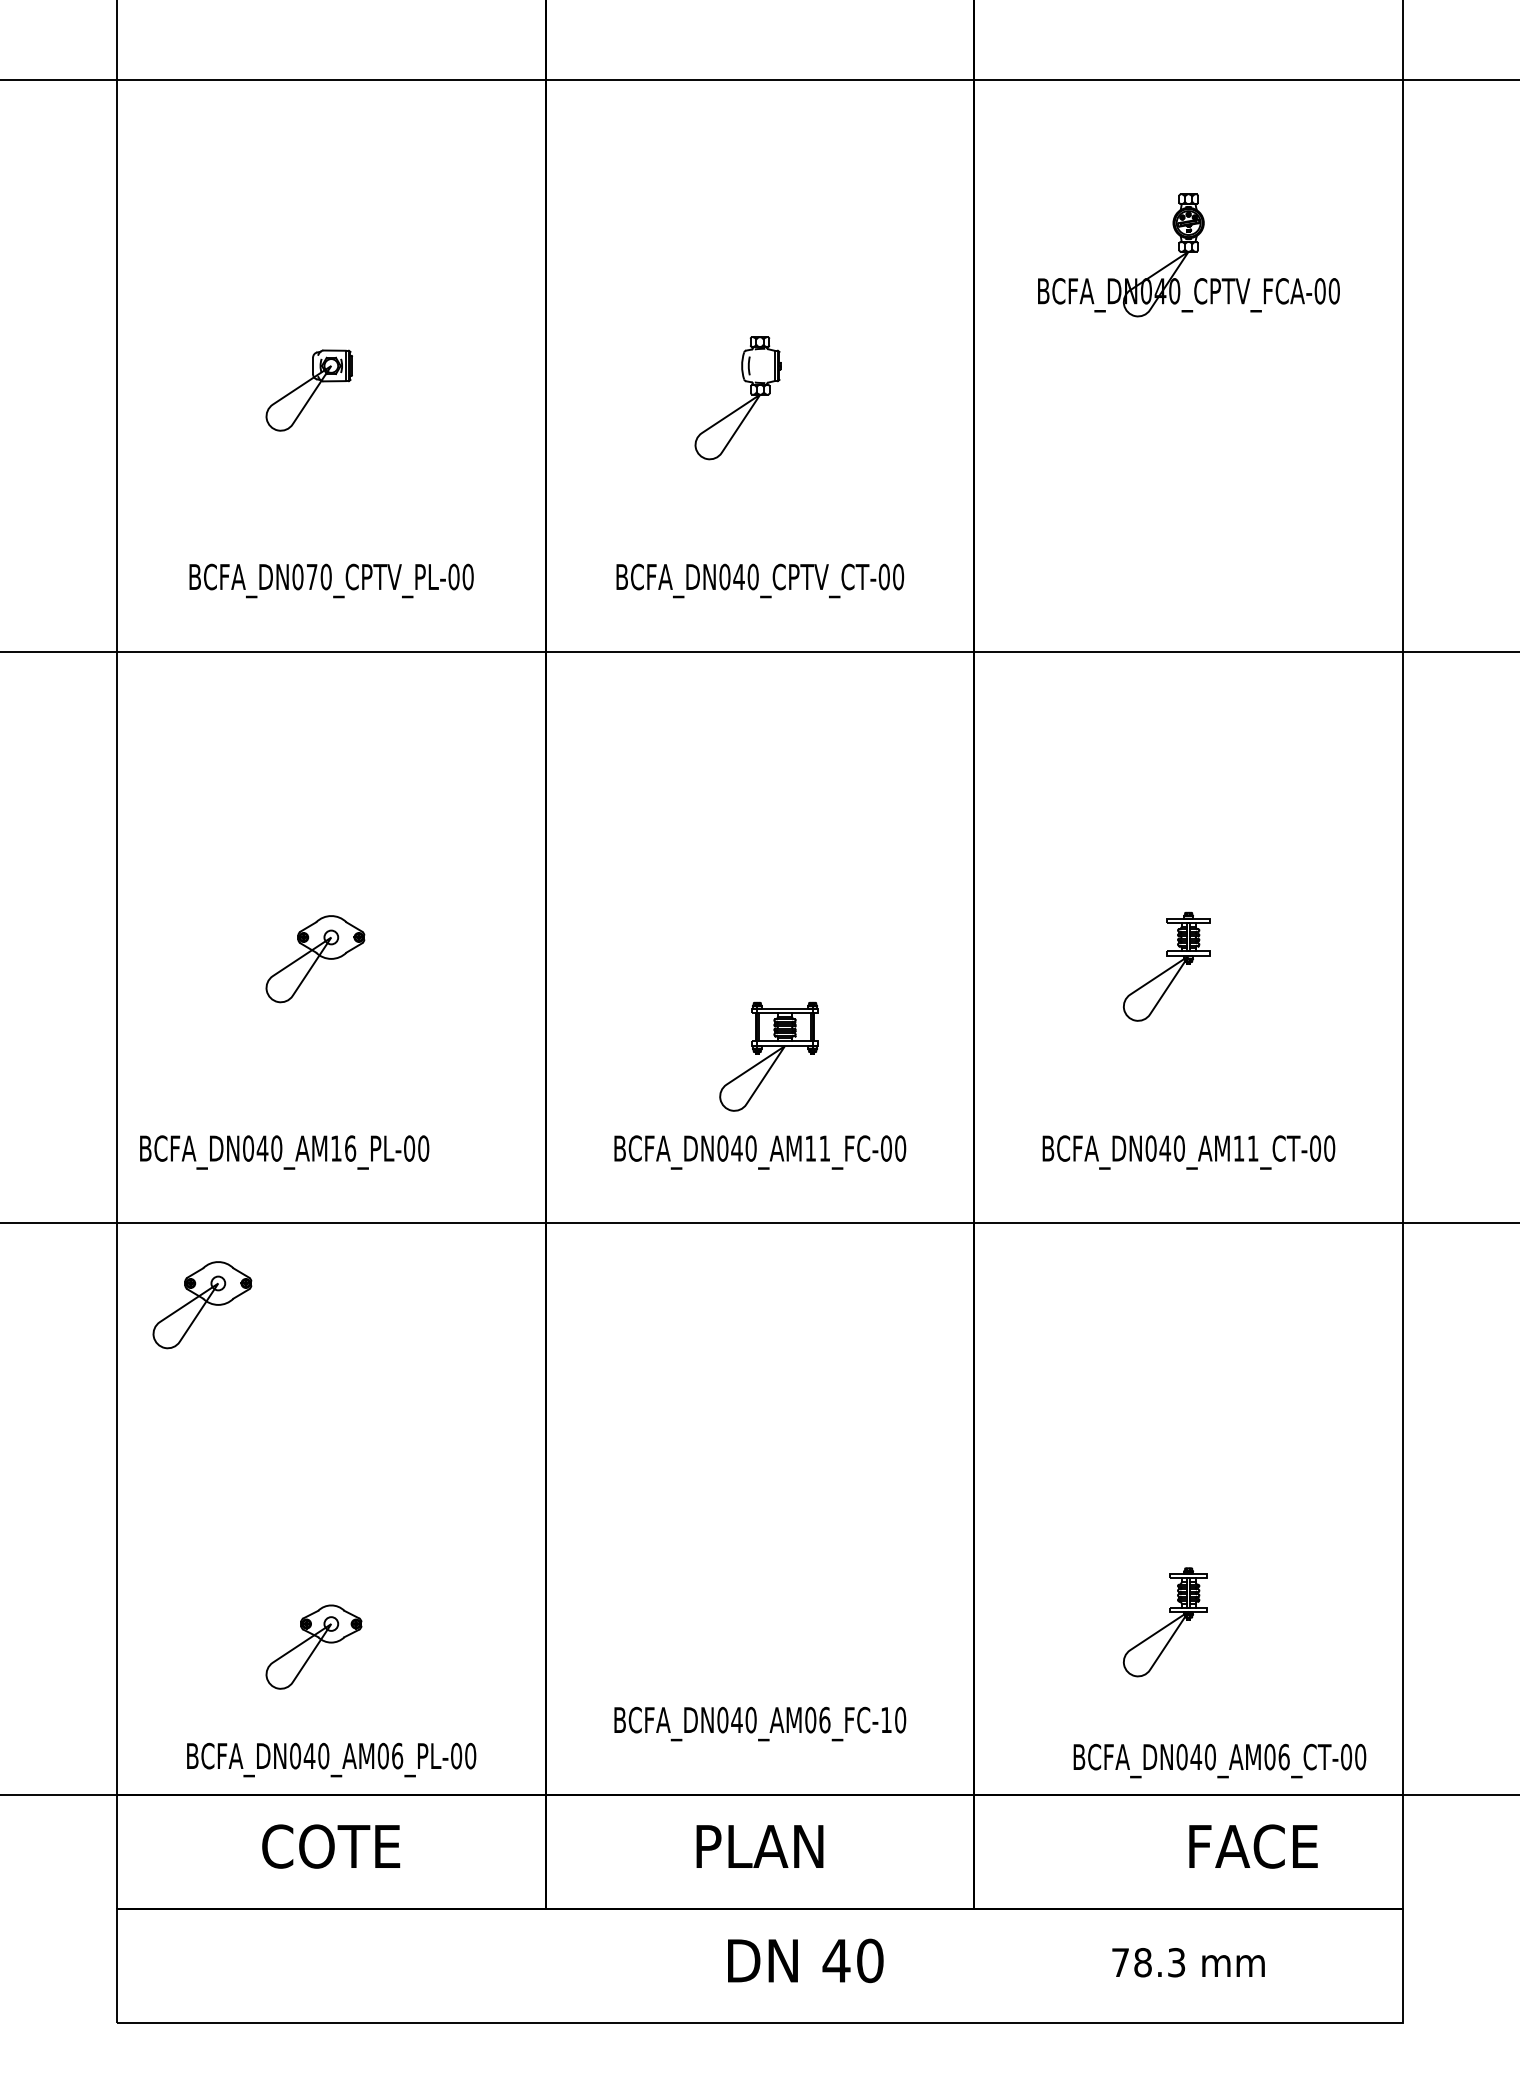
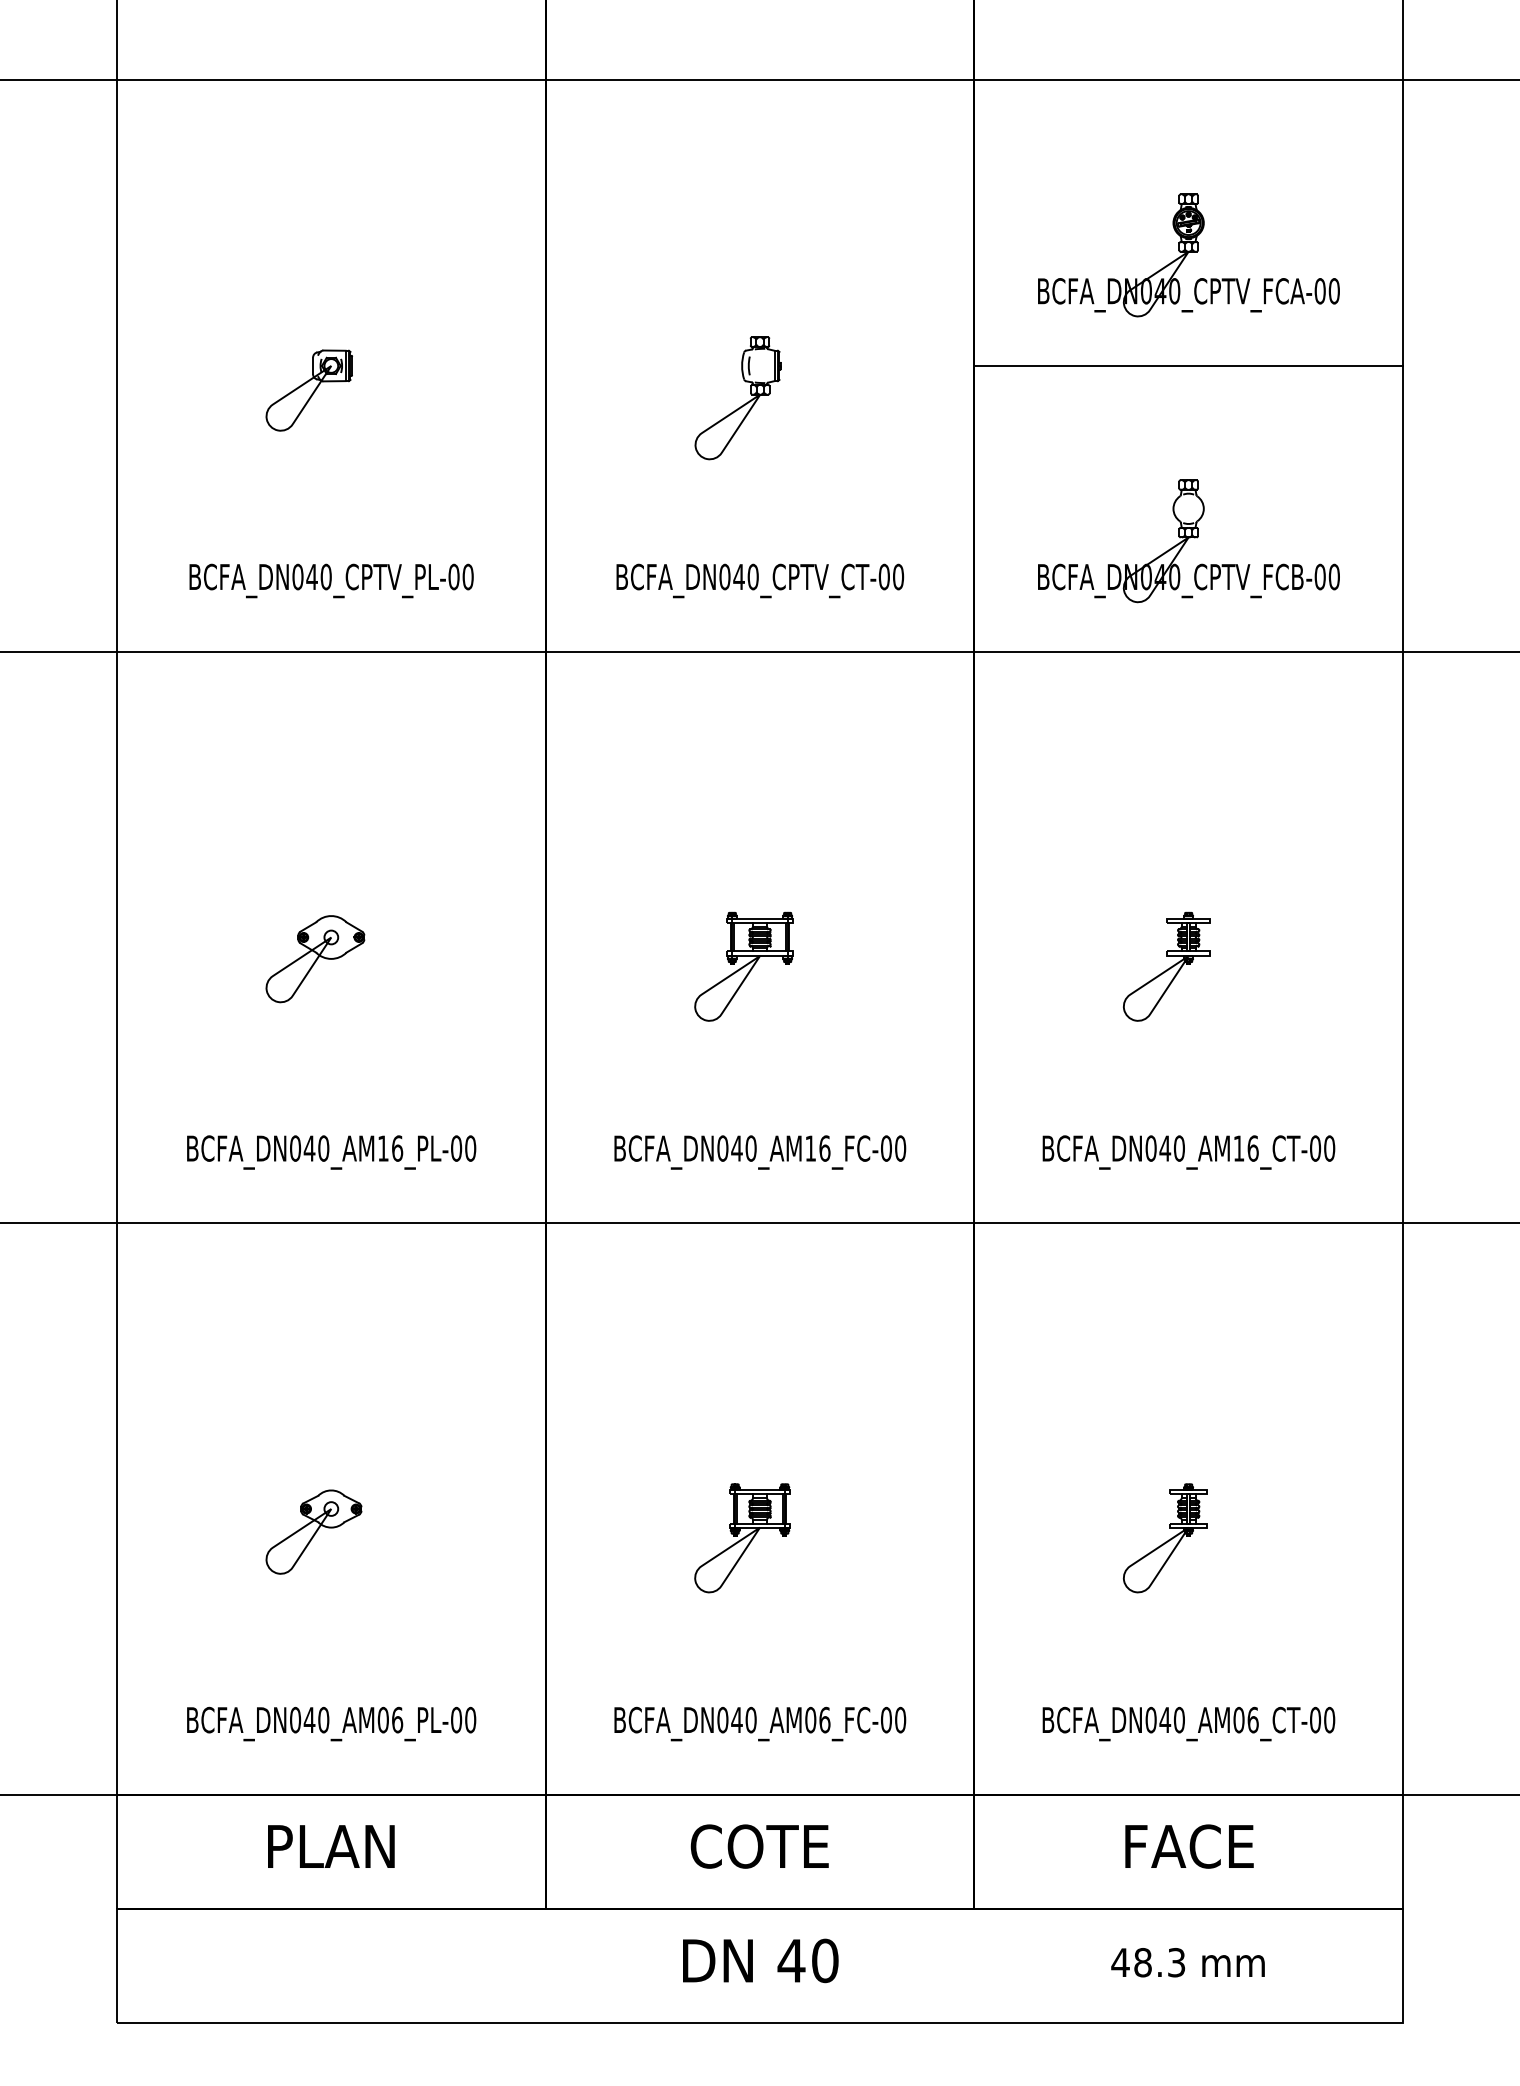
line at (1188, 365): none -> present
part at (1188, 541): none -> present
text at (311, 576): BCFA_DN070_CPTV_PL-00 -> BCFA_DN040_CPTV_PL-00
part at (768, 1056) position: (768, 1056) -> (743, 966)
text at (824, 1148): BCFA_DN040_AM11_FC-00 -> BCFA_DN040_AM16_FC-00
text at (1252, 1148): BCFA_DN040_AM11_CT-00 -> BCFA_DN040_AM16_CT-00
text at (284, 1152) position: (284, 1152) -> (331, 1152)
part at (202, 1305): present -> none
part at (742, 1538): none -> present
part at (1164, 1622) position: (1164, 1622) -> (1164, 1538)
part at (313, 1646) position: (313, 1646) -> (313, 1531)
text at (886, 1719): BCFA_DN040_AM06_FC-10 -> BCFA_DN040_AM06_FC-00
text at (331, 1759) position: (331, 1759) -> (331, 1723)
text at (1219, 1760) position: (1219, 1760) -> (1188, 1723)
text at (331, 1846): COTE -> PLAN
text at (759, 1846): PLAN -> COTE
text at (1253, 1846) position: (1253, 1846) -> (1189, 1846)
text at (805, 1960) position: (805, 1960) -> (760, 1960)
text at (1120, 1962): 78.3 -> 48.3
